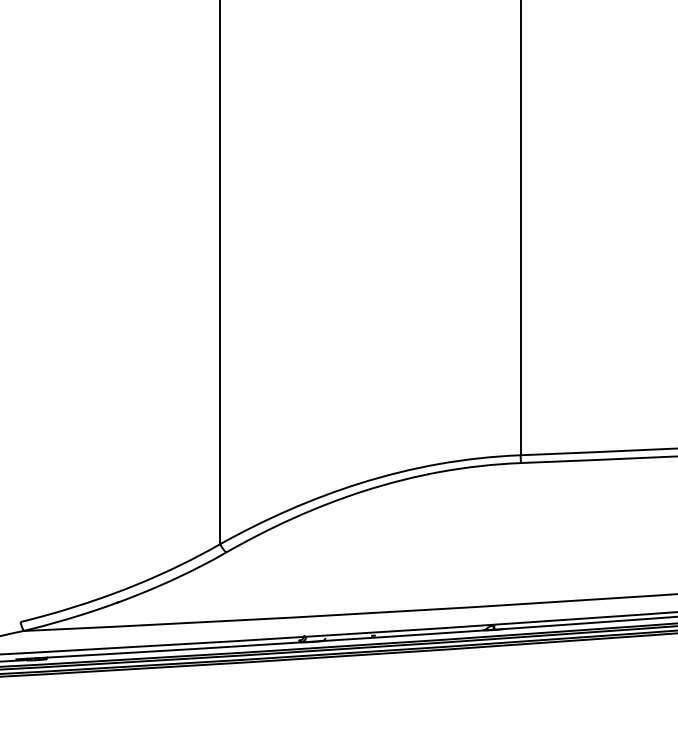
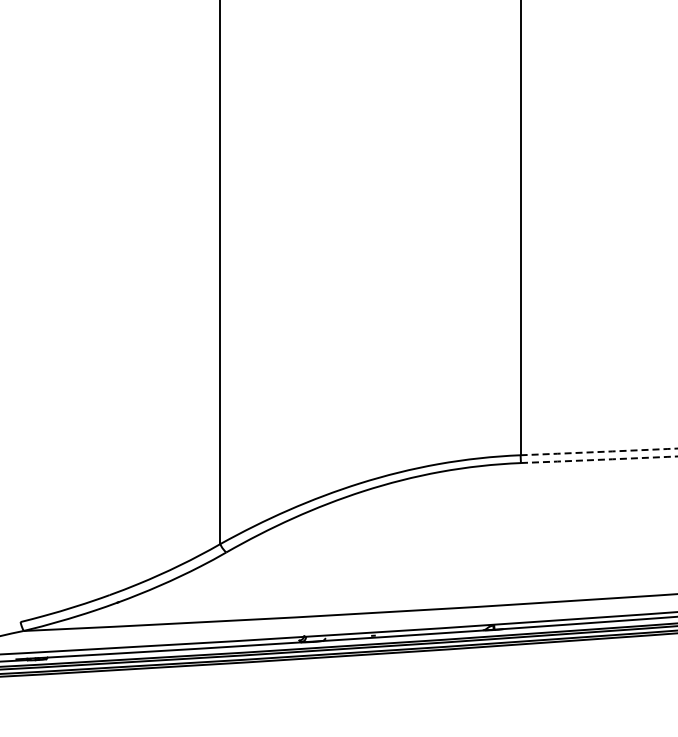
arc at (598, 452): solid -> dashed
arc at (599, 459): solid -> dashed
